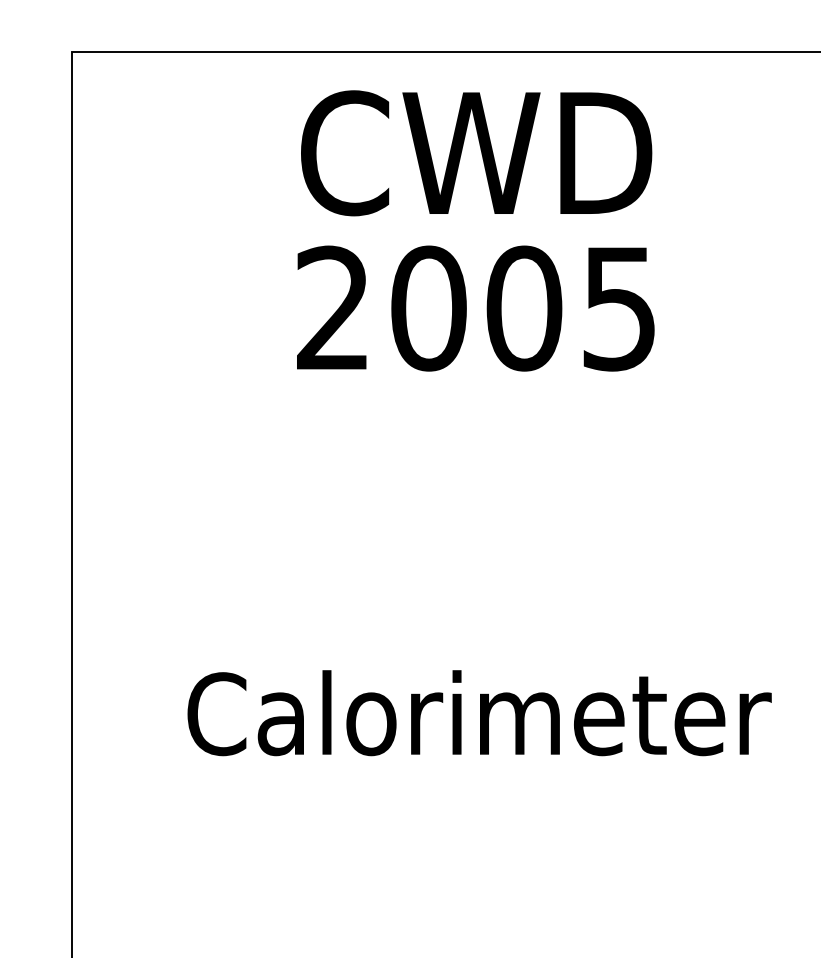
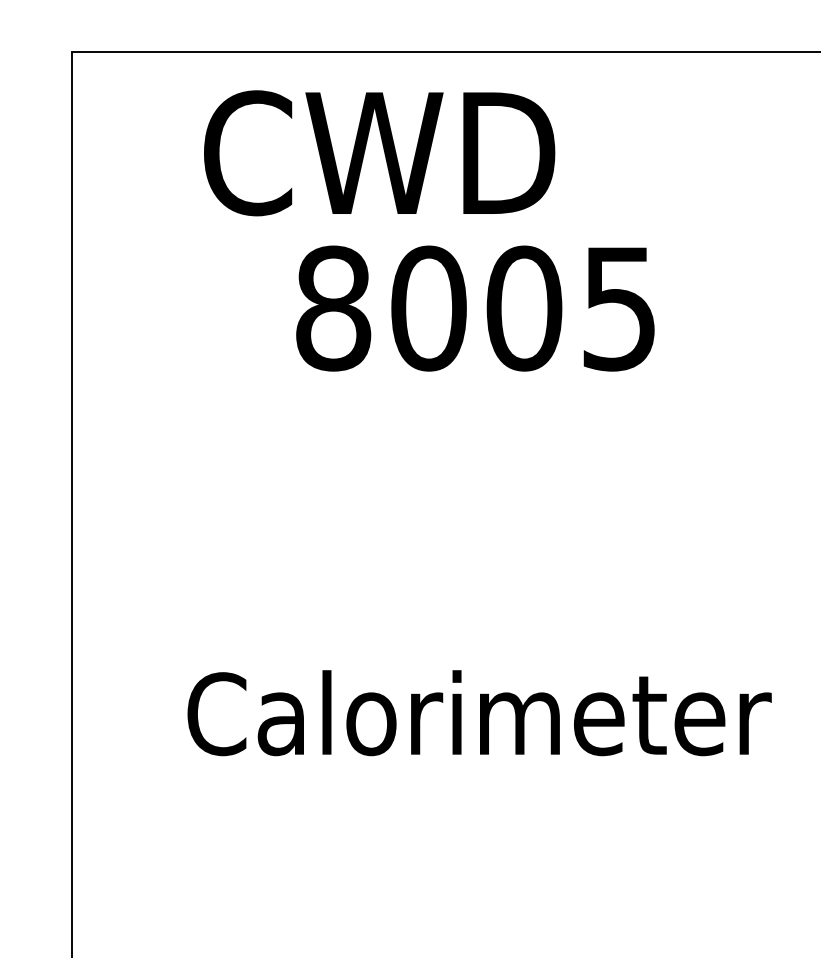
text at (476, 153) position: (476, 153) -> (379, 153)
text at (333, 308): 2005 -> 8005
